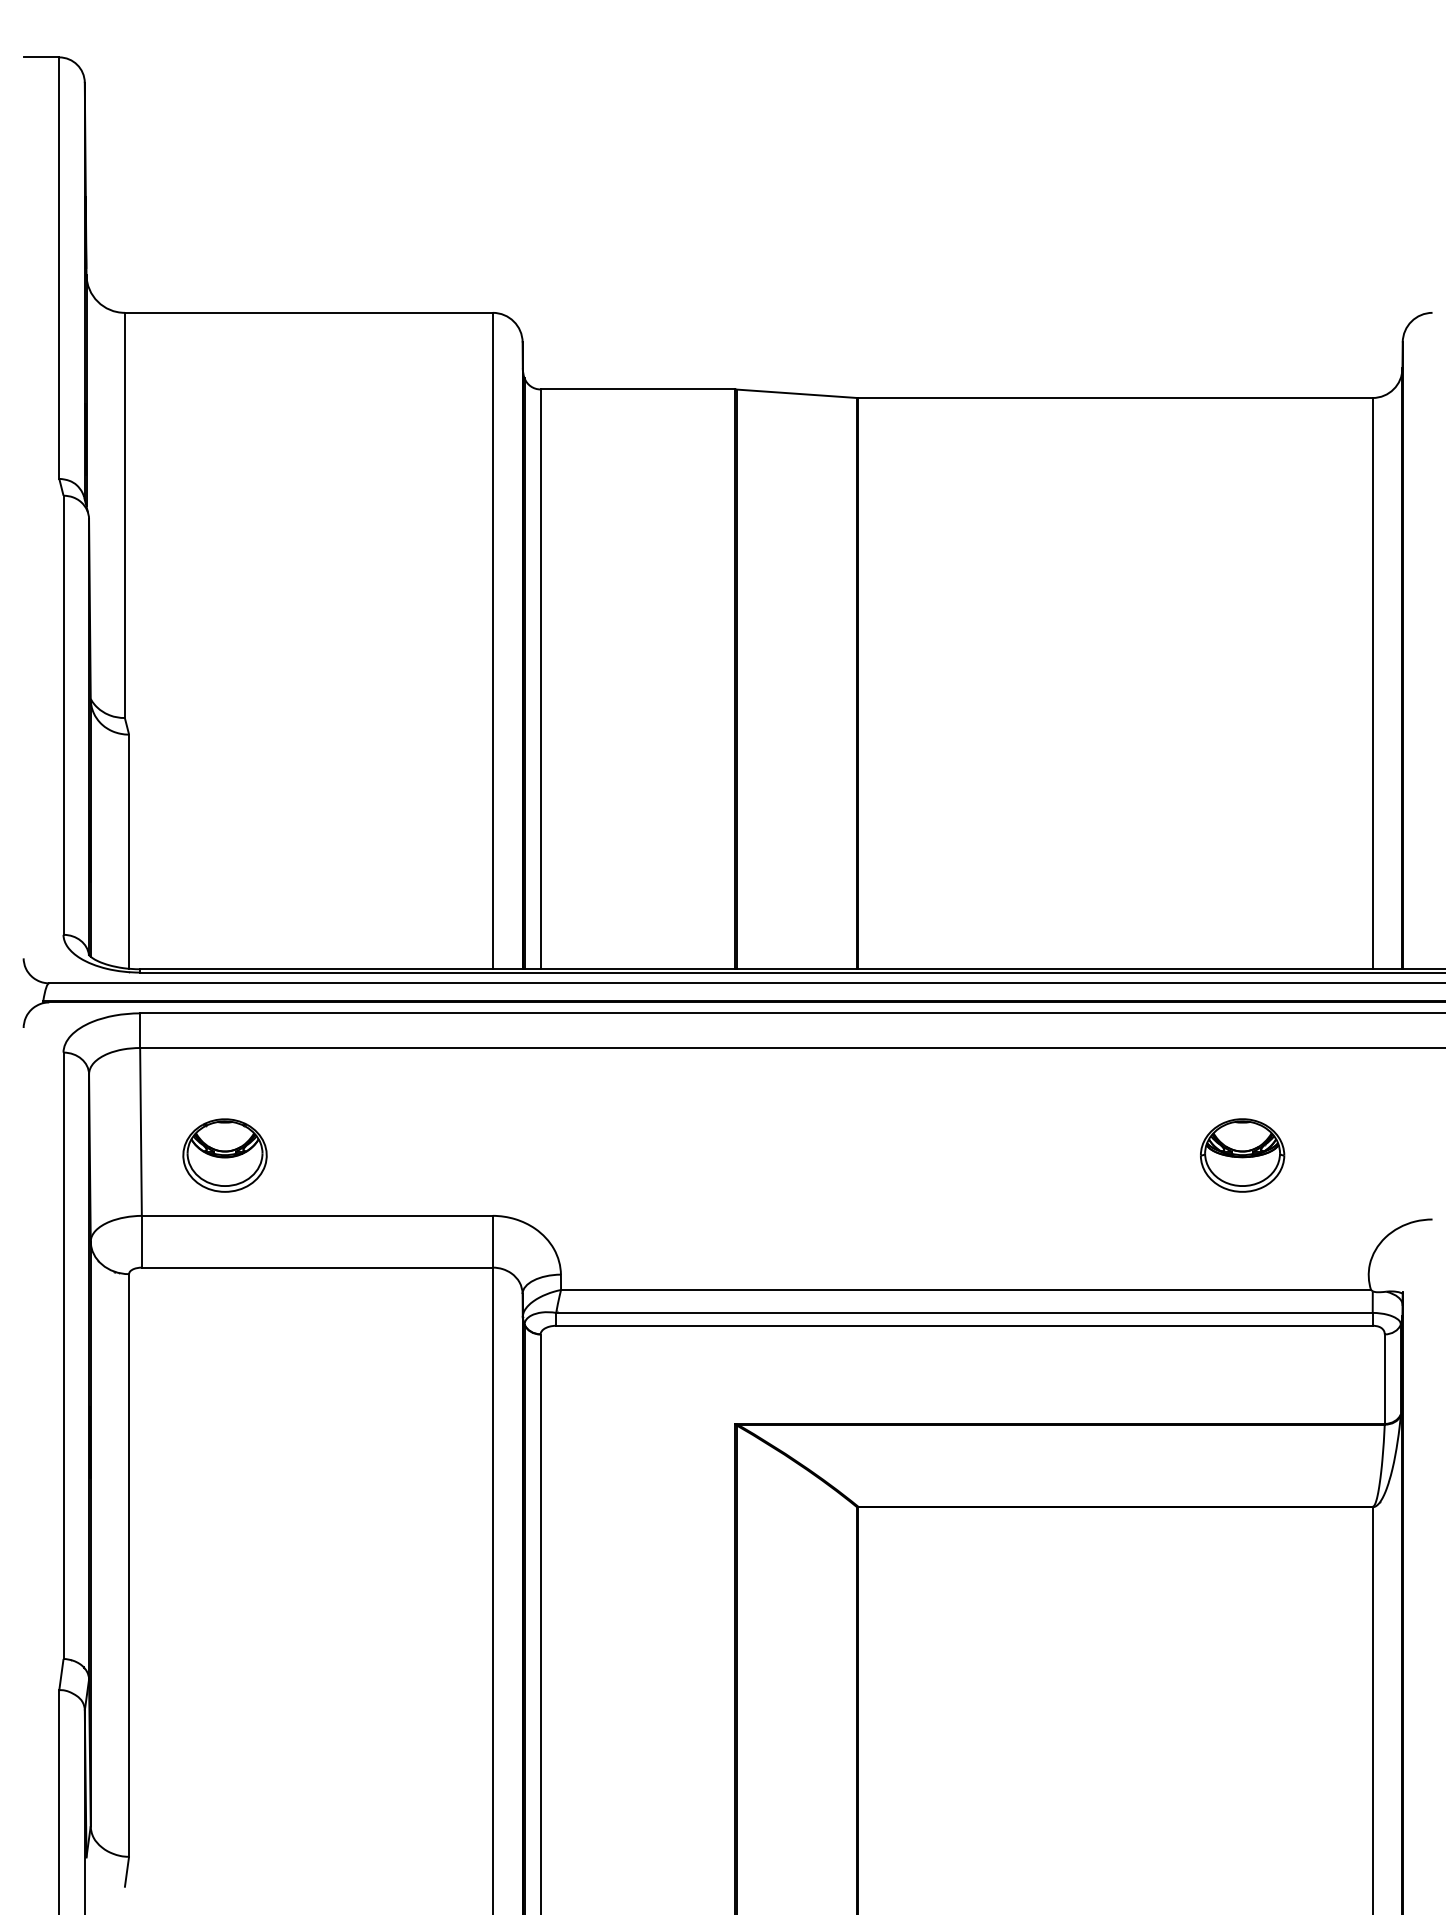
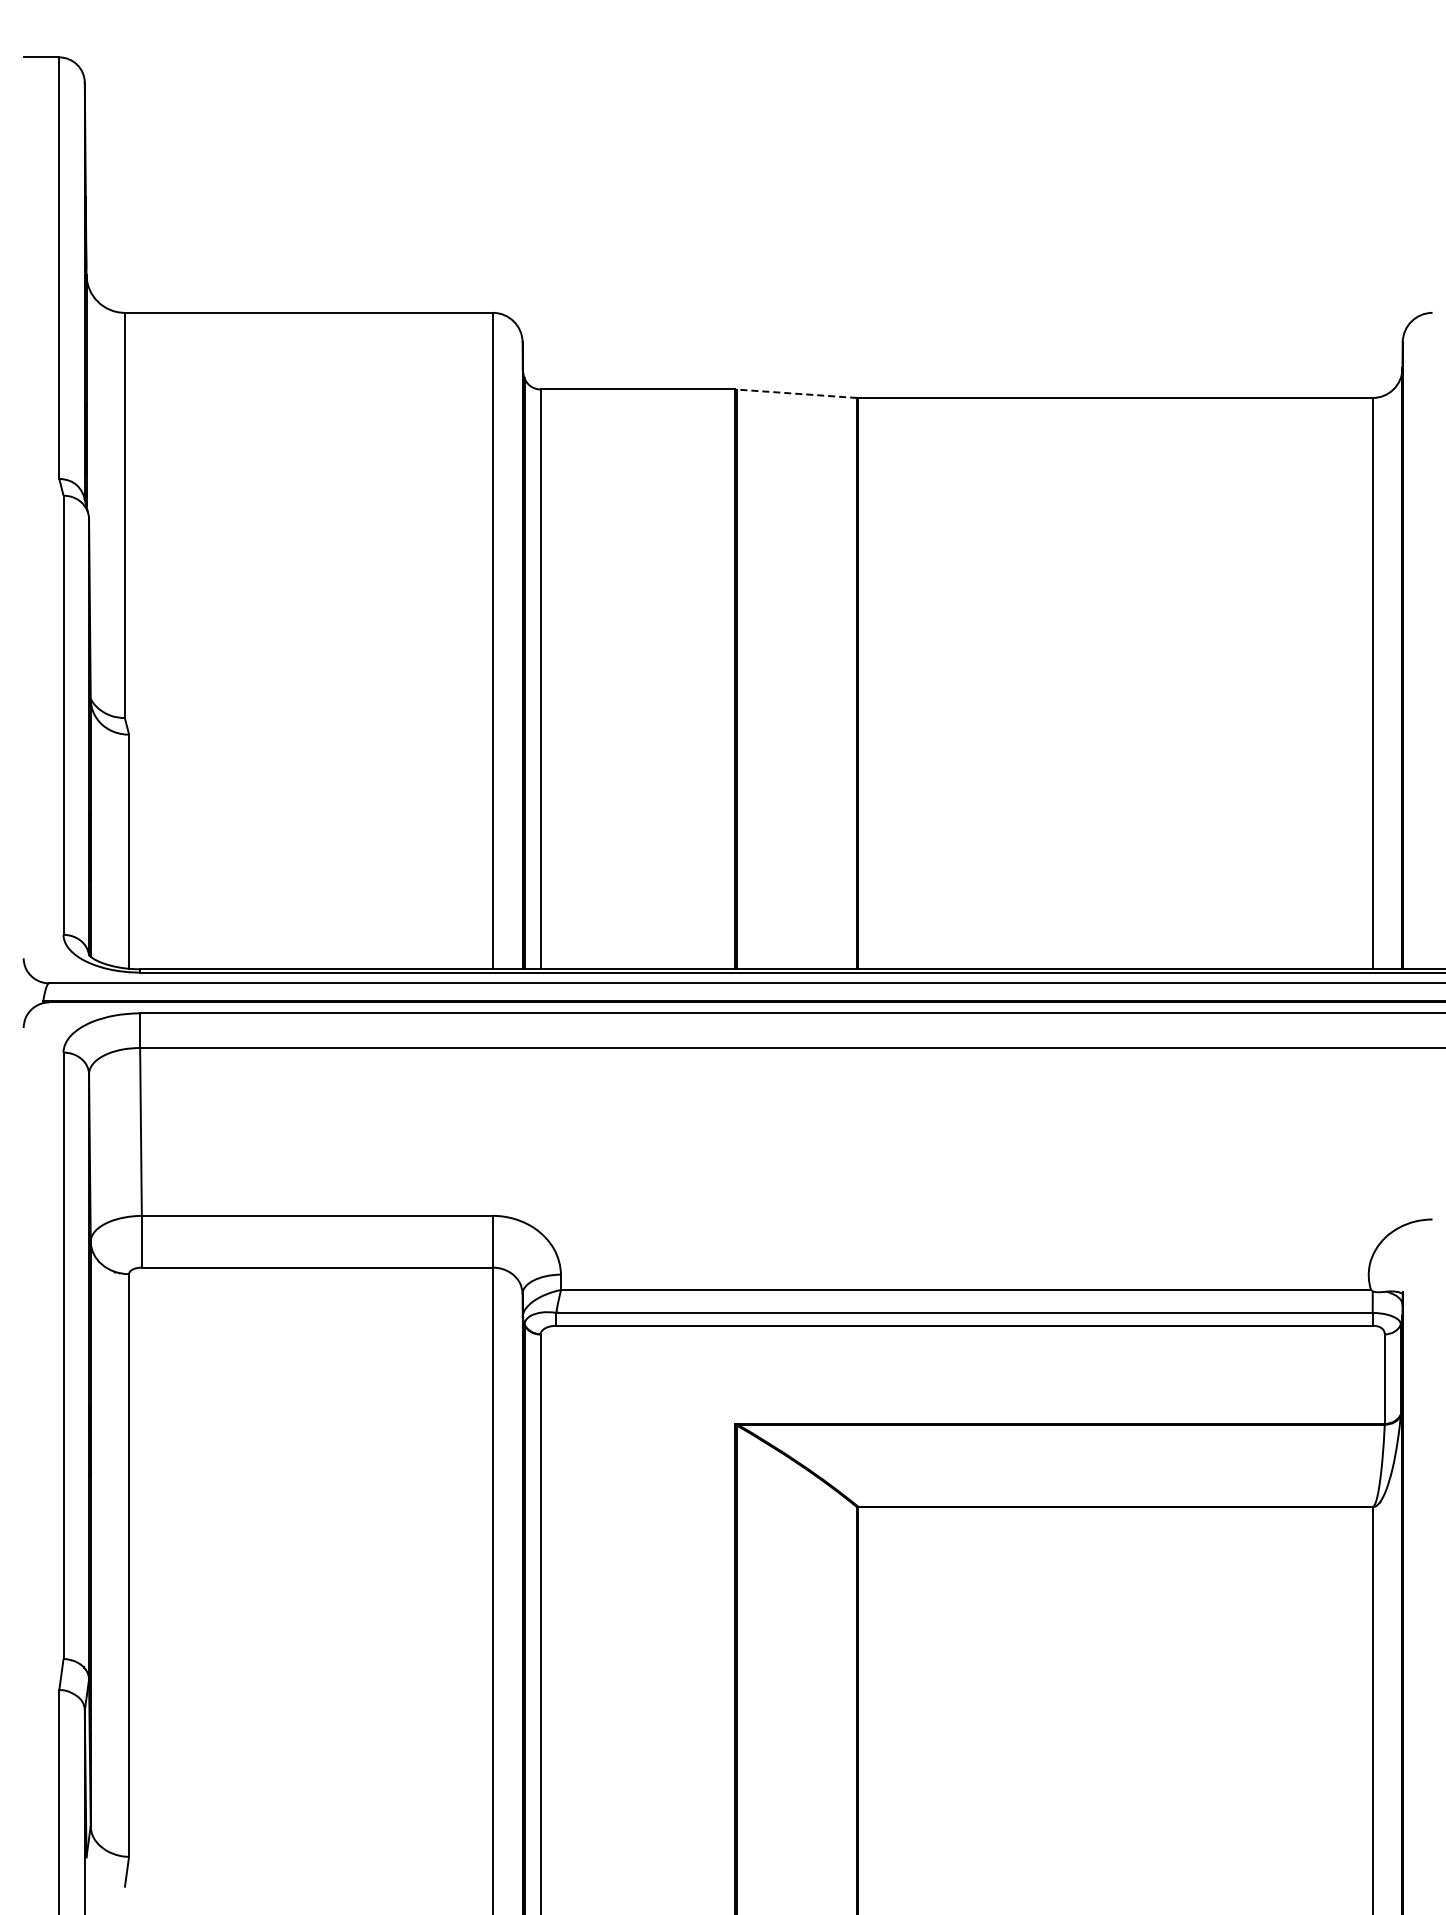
line at (796, 393): solid -> dashed
part at (224, 1155): present -> none
part at (1242, 1155): present -> none
